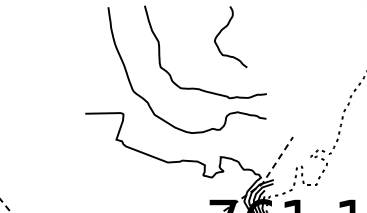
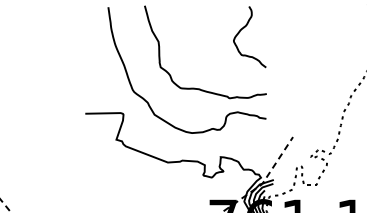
curve at (225, 28) position: (225, 28) -> (244, 28)
